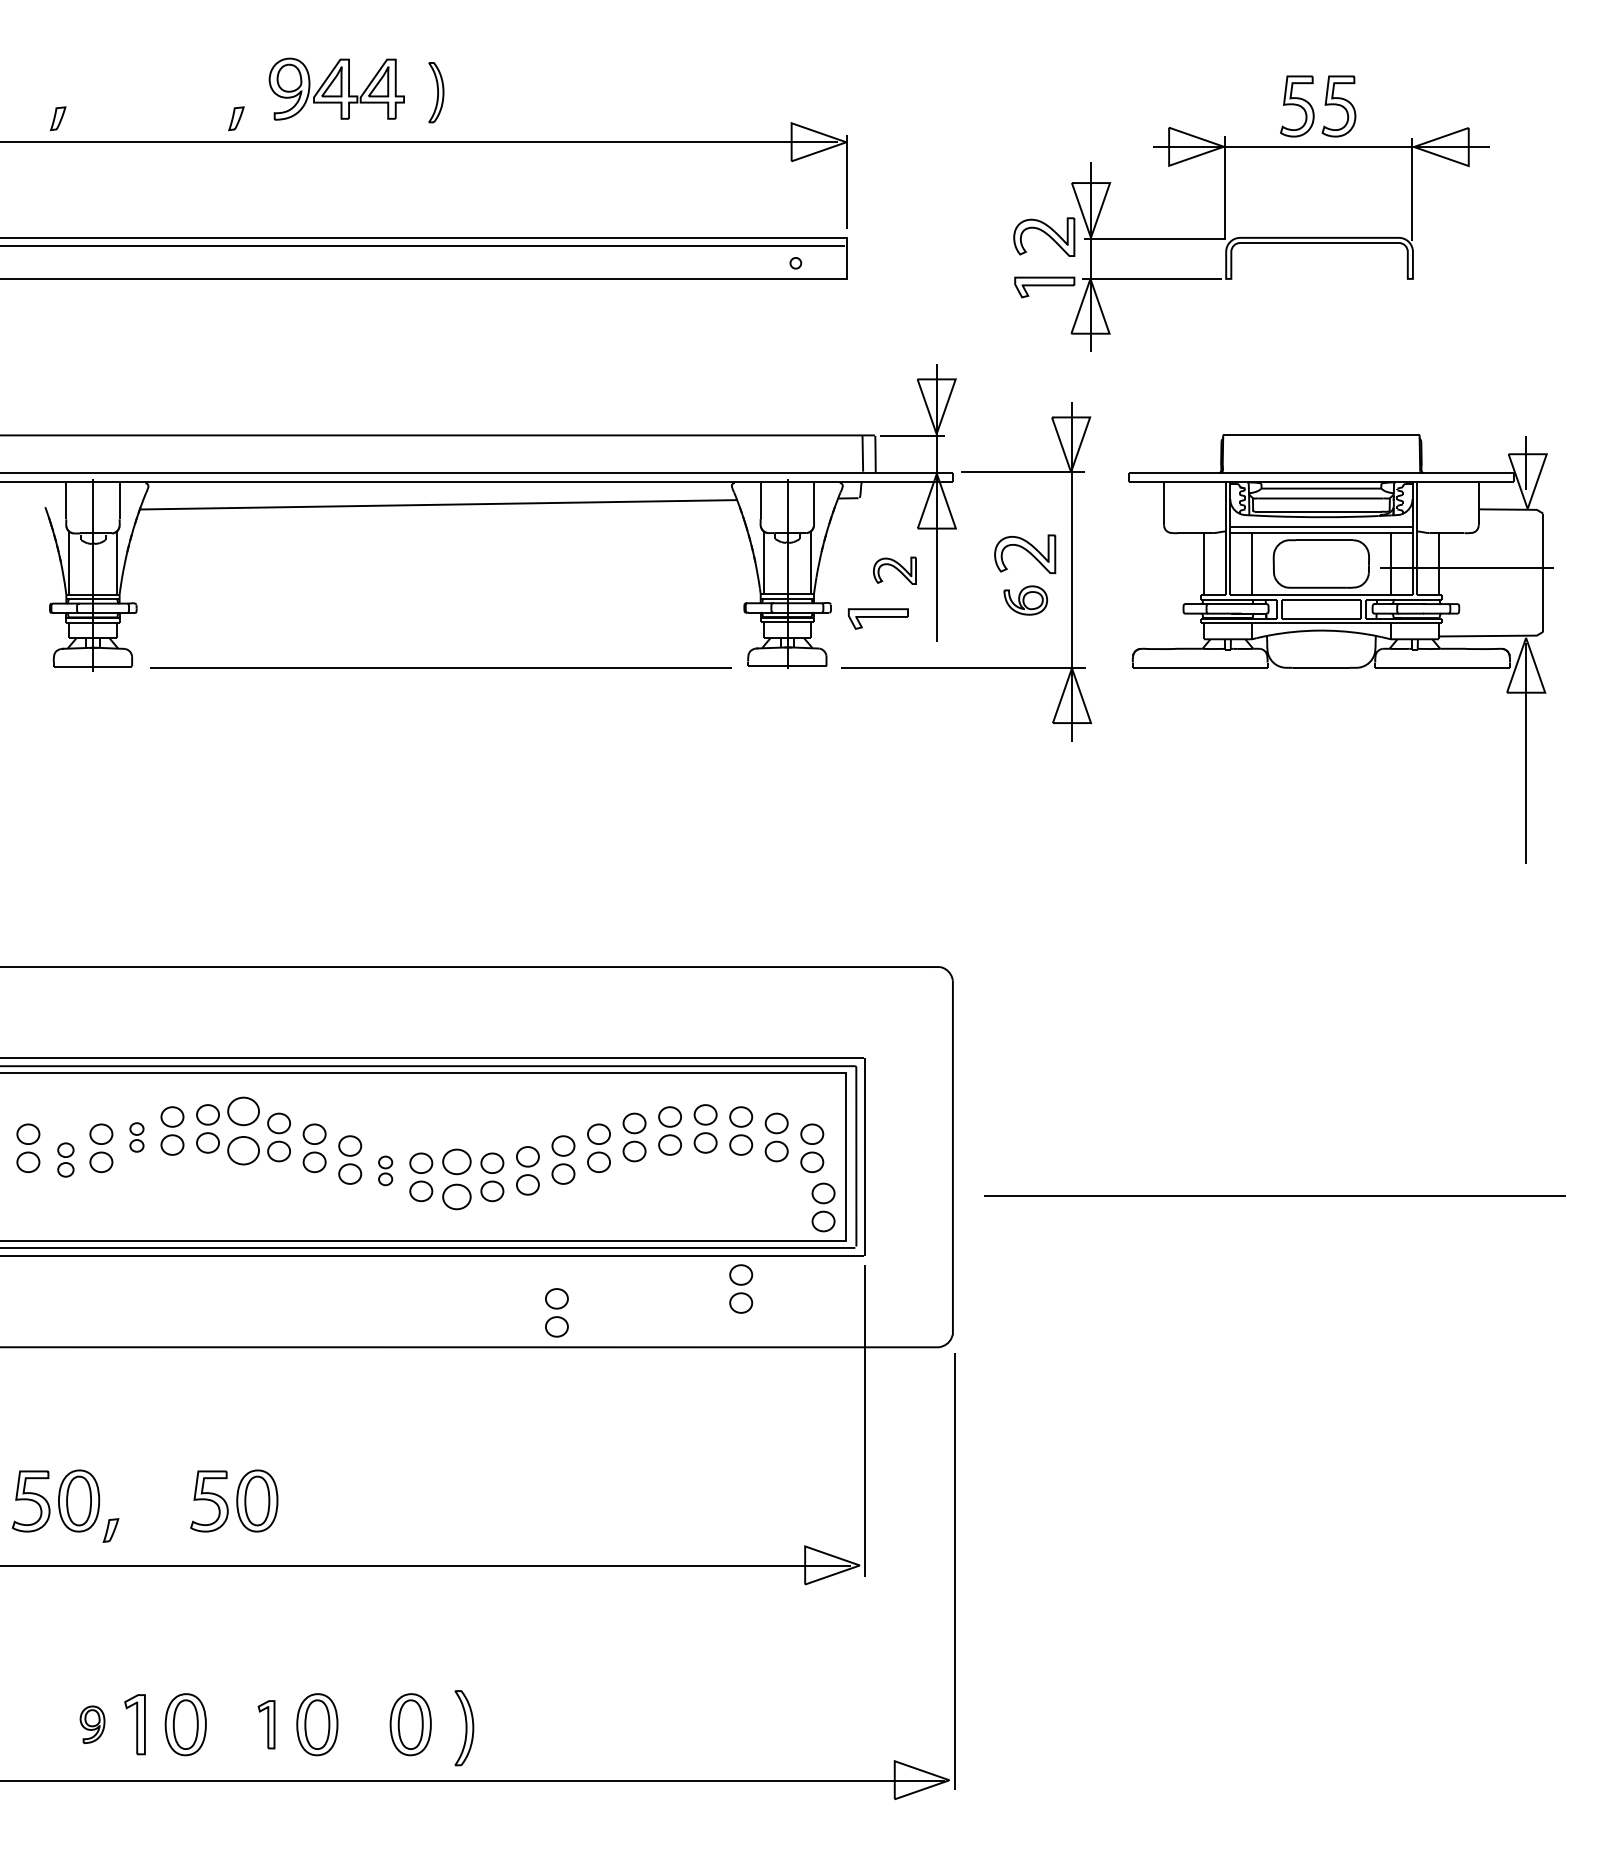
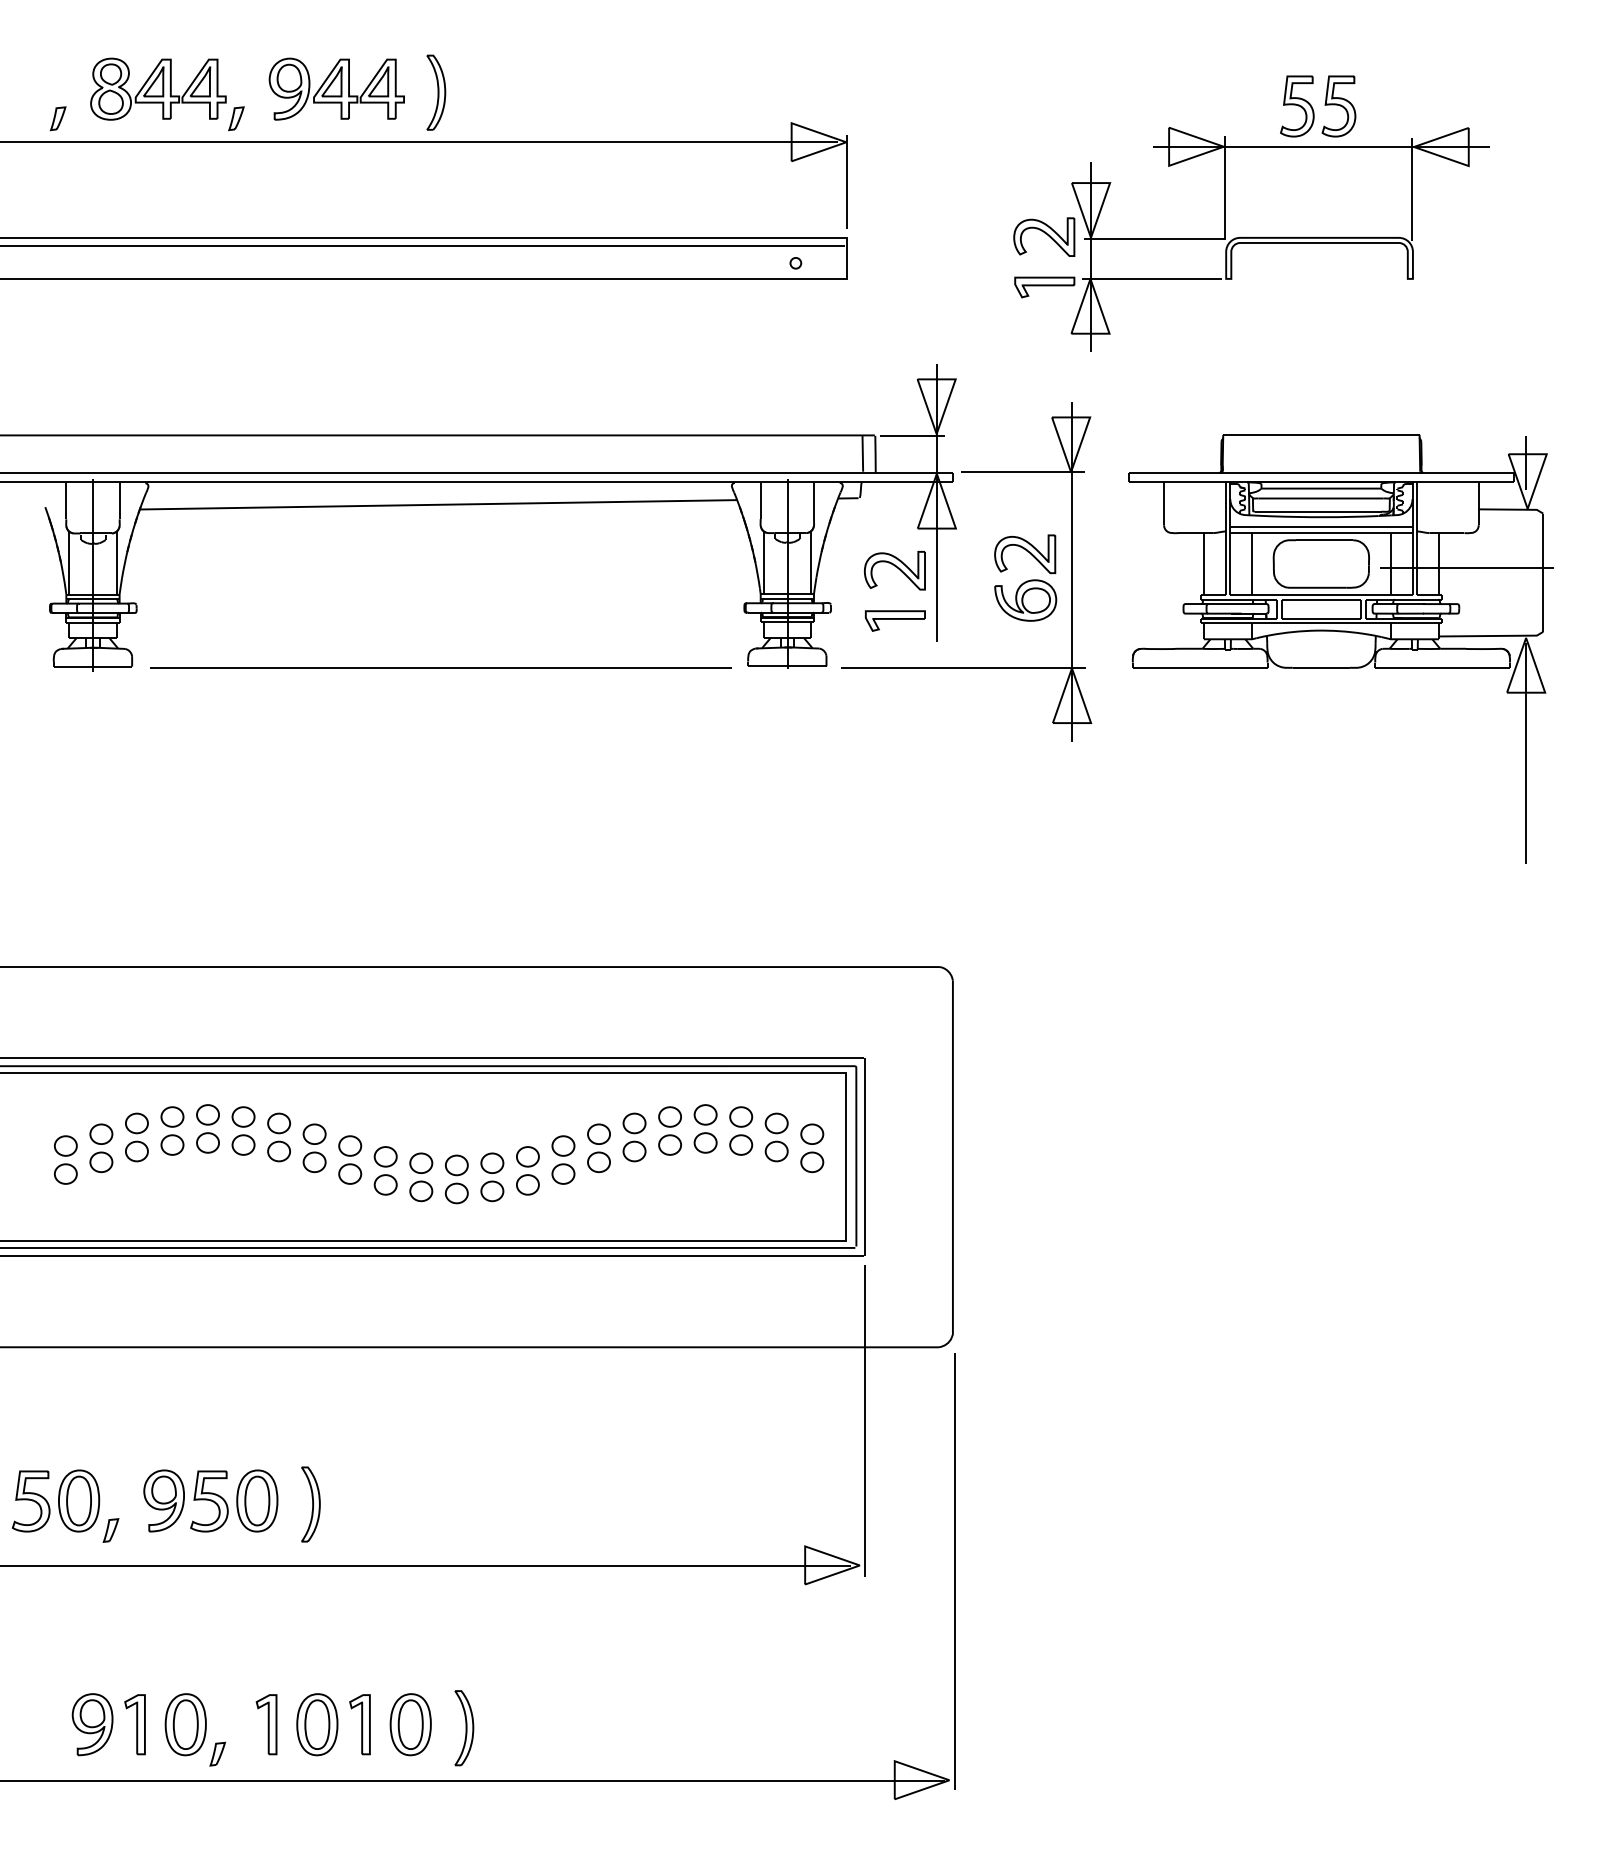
part at (158, 88): none -> present
part at (436, 92) size: 17x62 px -> 21x77 px
part at (894, 570) size: 44x29 px -> 62x40 px
part at (1025, 600) size: 46x31 px -> 64x43 px
part at (878, 618) position: (878, 618) -> (895, 620)
part at (243, 1130) size: 33x70 px -> 25x50 px
part at (136, 1137) size: 16x31 px -> 24x51 px
part at (28, 1147): present -> none
part at (65, 1159) size: 18x36 px -> 24x50 px
part at (385, 1170) size: 16x32 px -> 25x50 px
part at (456, 1179) size: 30x63 px -> 25x51 px
line at (1274, 1195): present -> none
part at (823, 1207): present -> none
part at (741, 1288): present -> none
part at (556, 1312): present -> none
part at (163, 1500): none -> present
part at (310, 1504): none -> present
part at (92, 1724) size: 27x39 px -> 43x64 px
part at (266, 1724) size: 19x50 px -> 23x62 px
part at (359, 1724): none -> present
part at (217, 1753): none -> present
